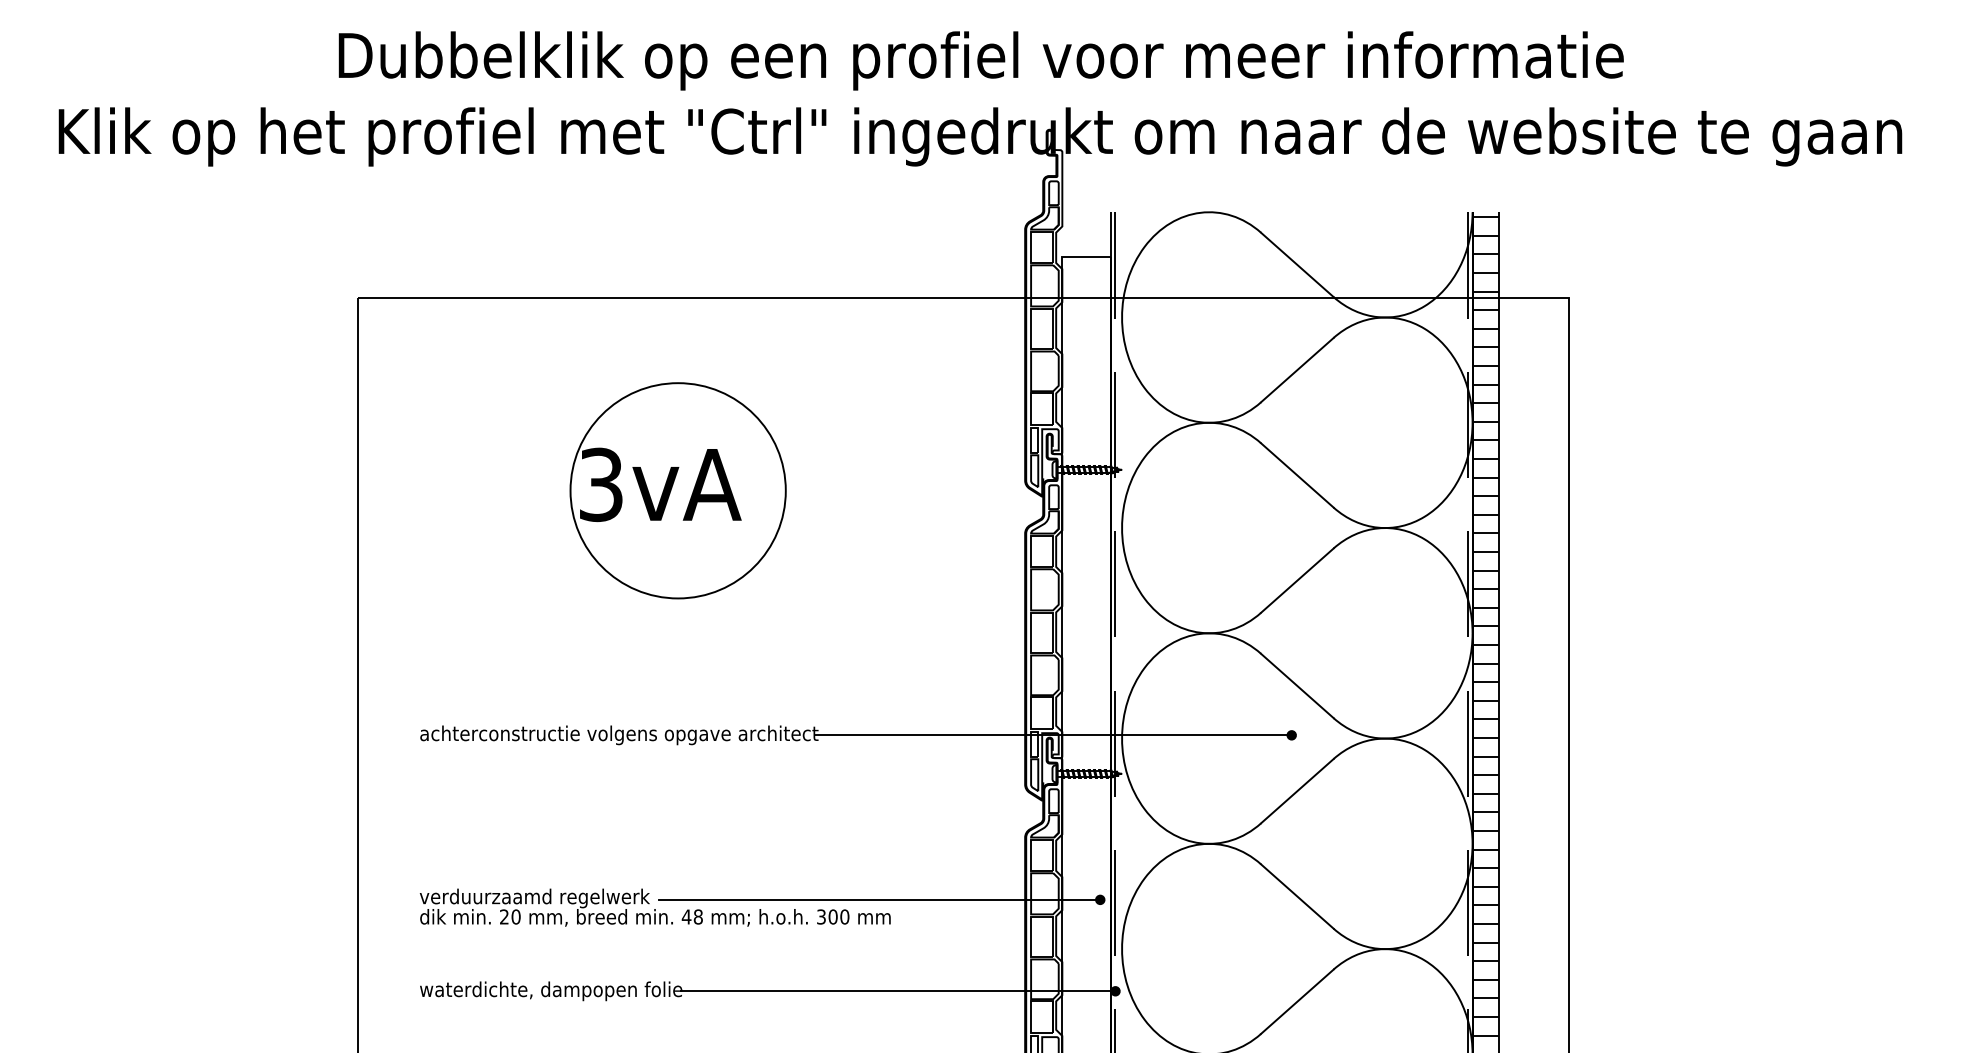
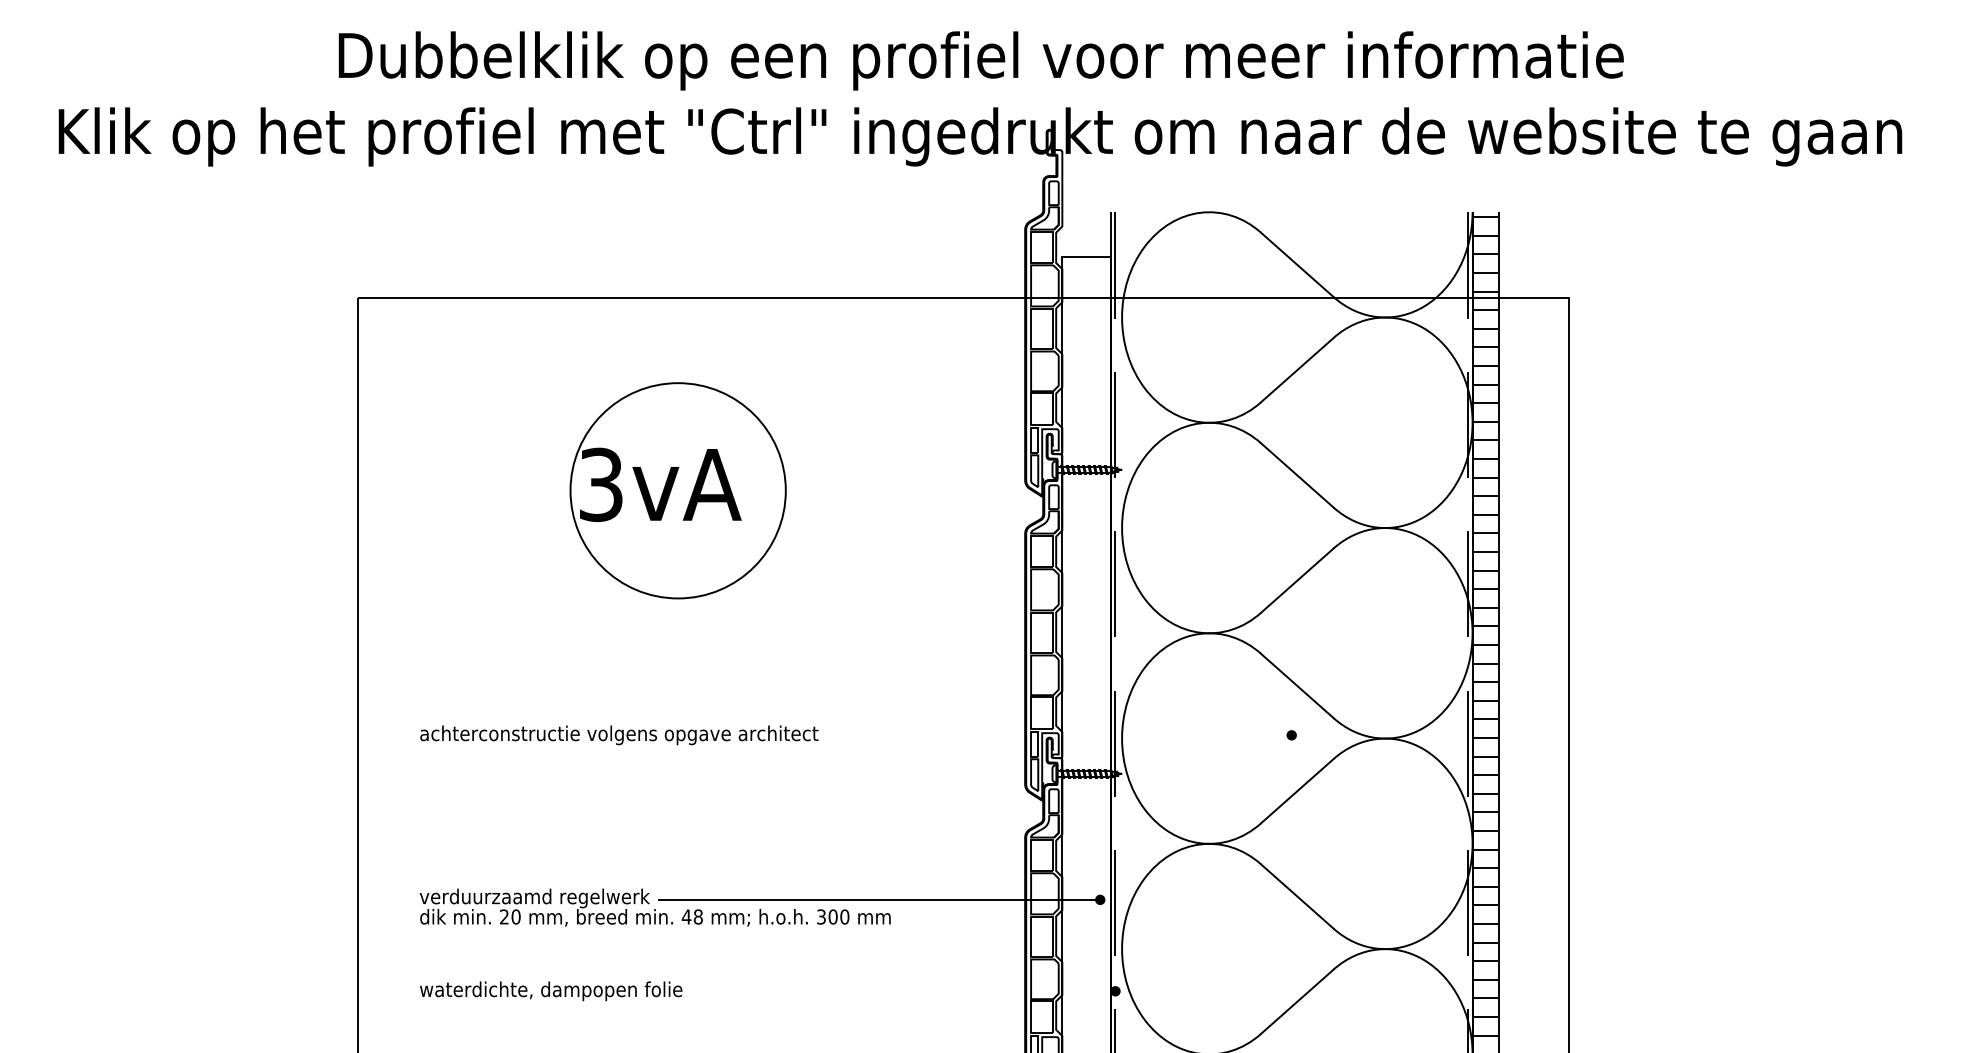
line at (1053, 735): present -> none
line at (897, 991): present -> none
